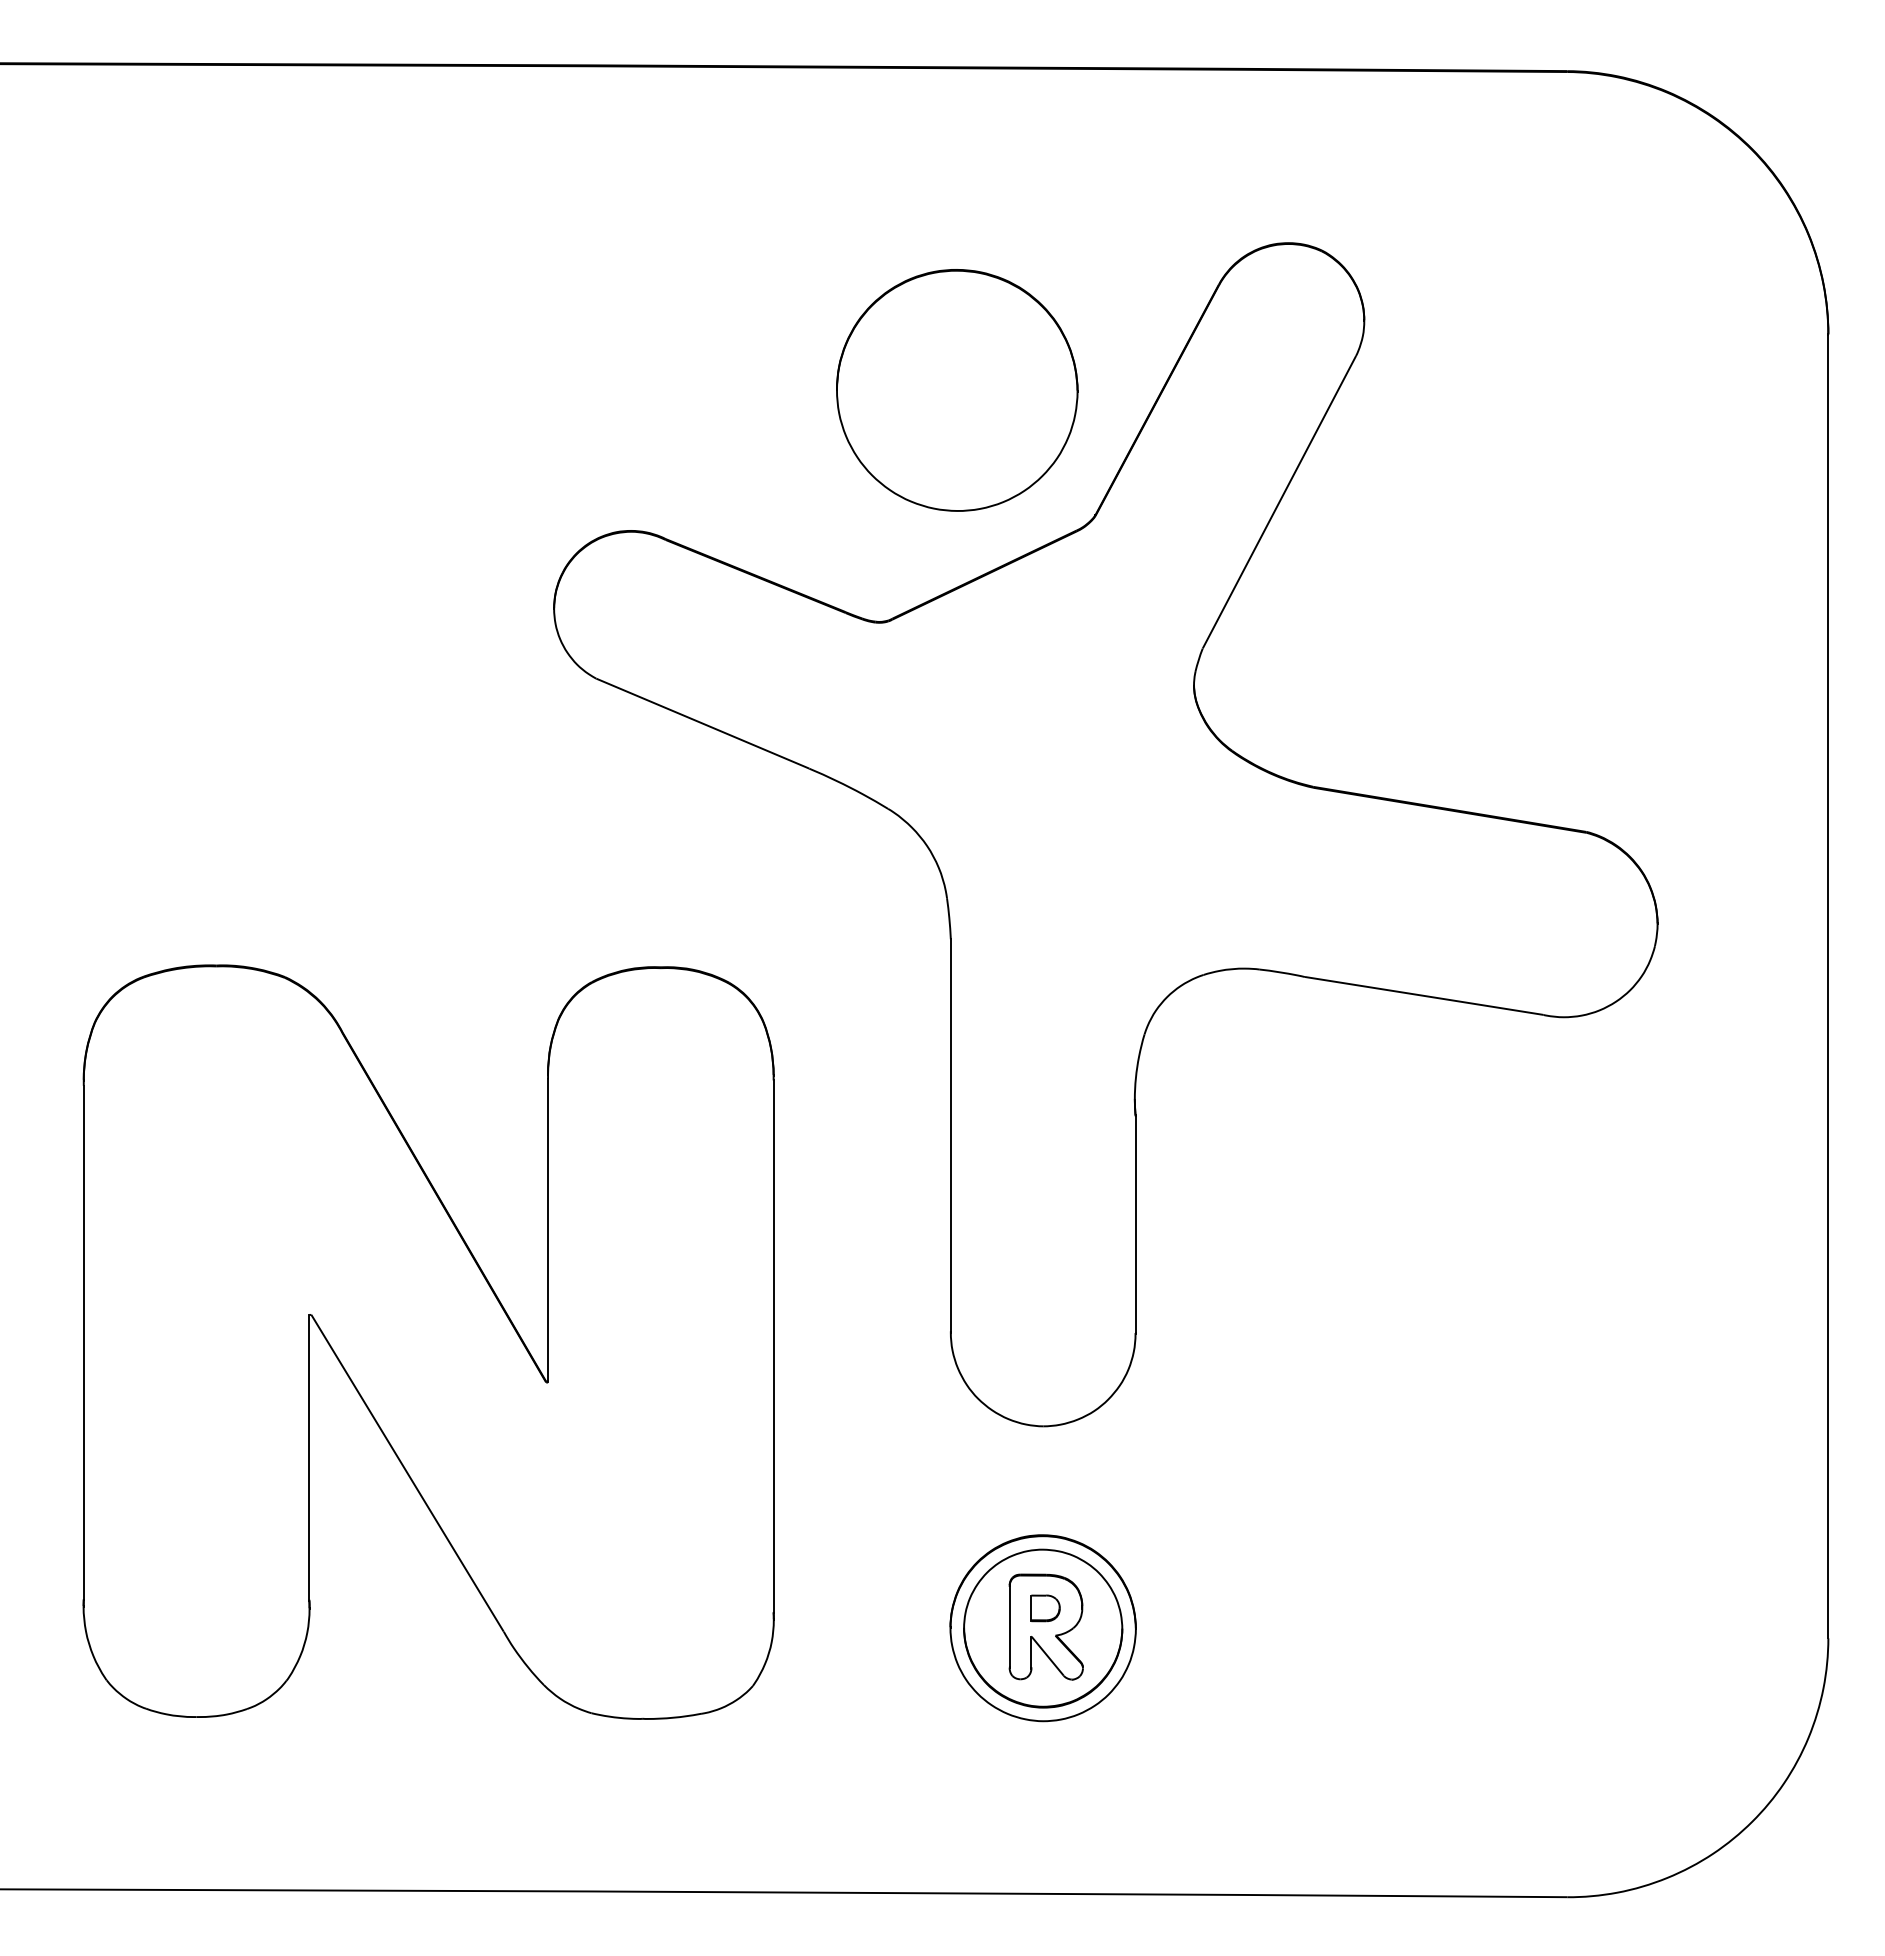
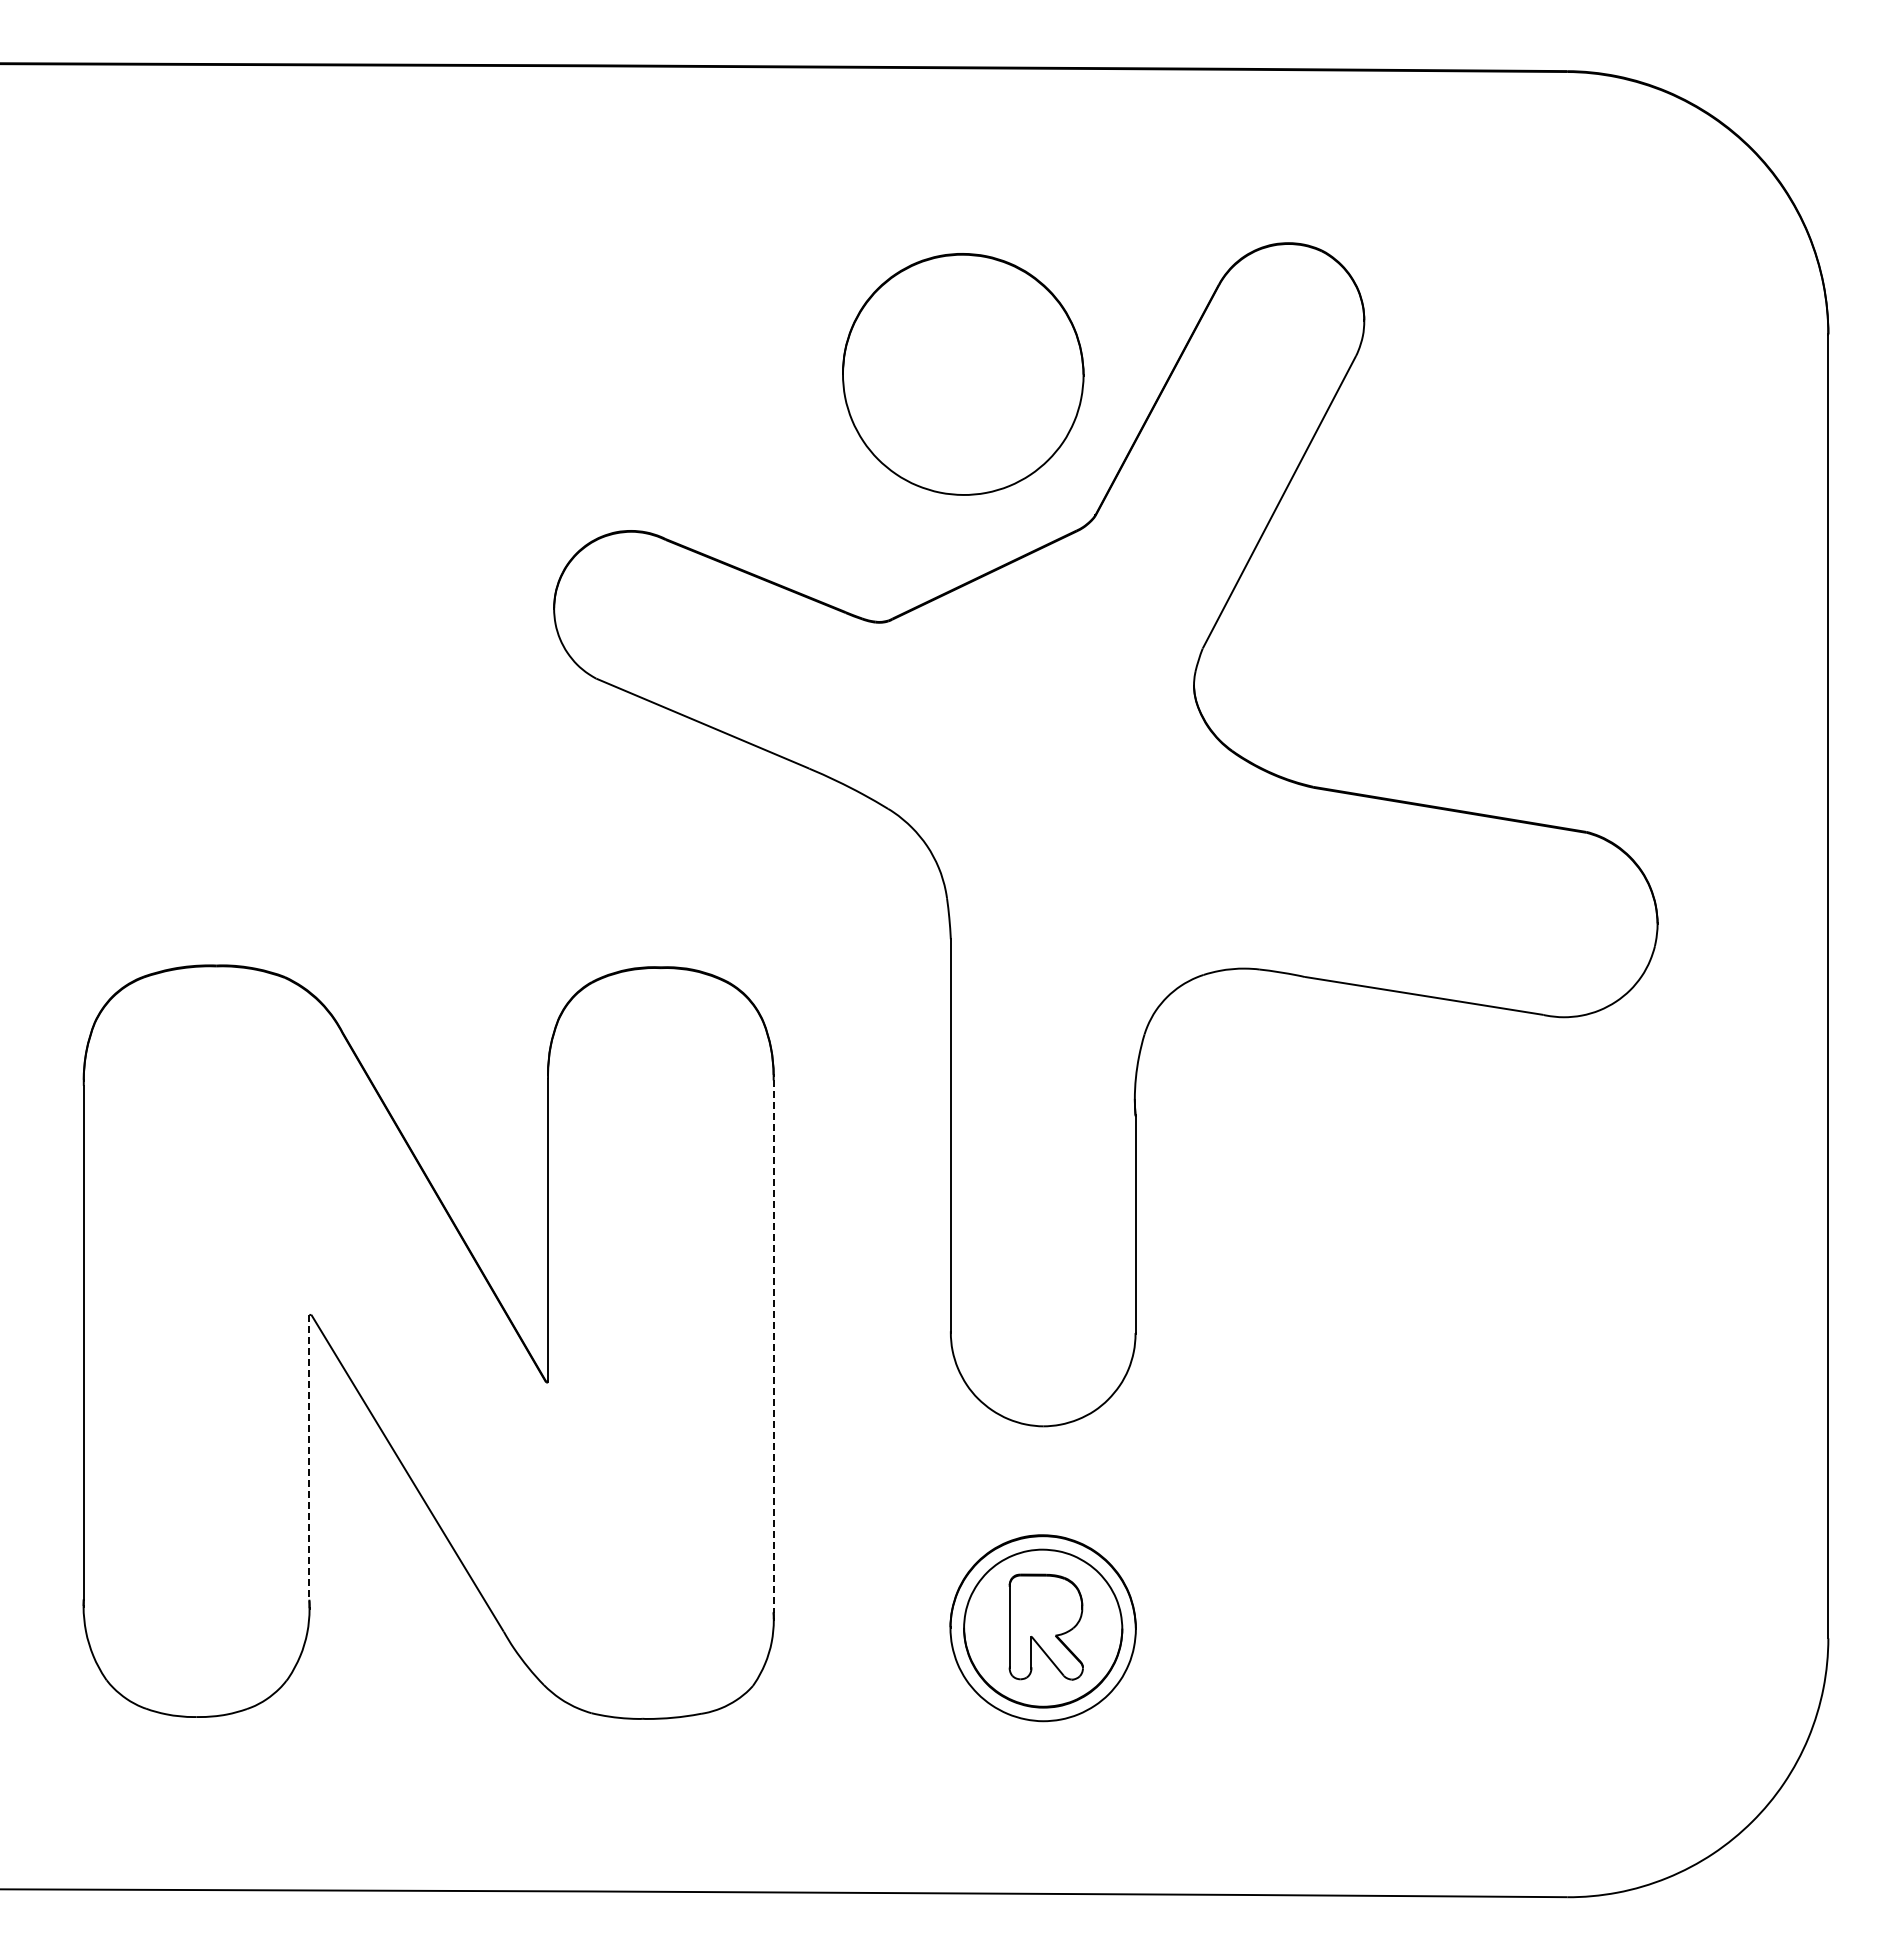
part at (957, 390) position: (957, 390) -> (963, 374)
line at (773, 1347): solid -> dashed
line at (309, 1457): solid -> dashed
part at (1045, 1608): present -> none
